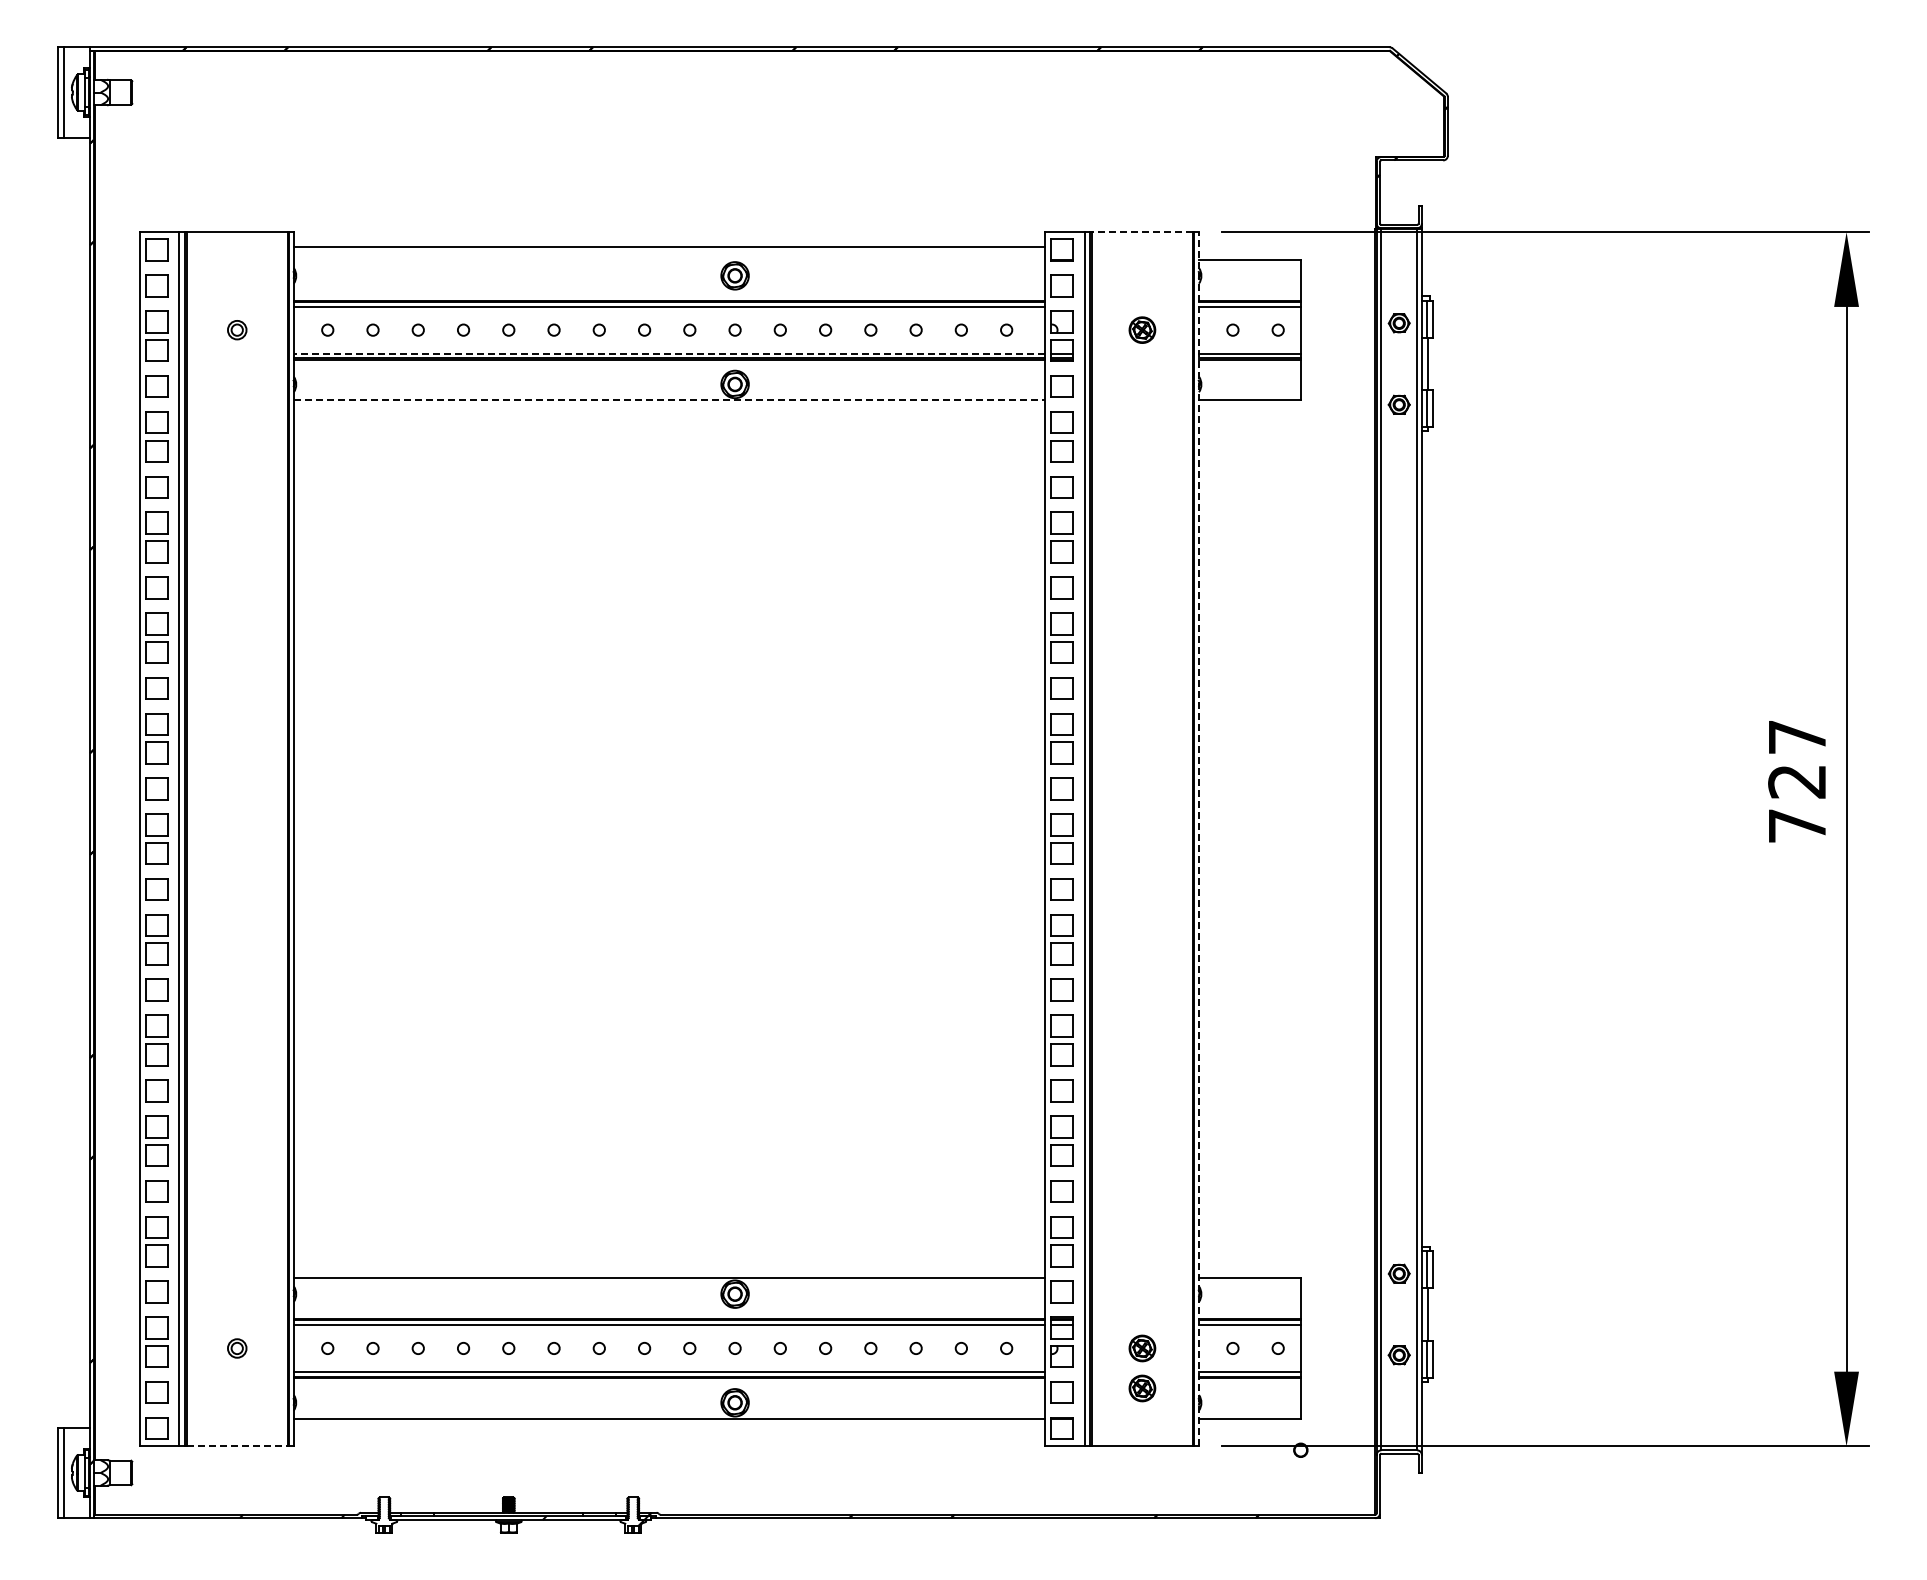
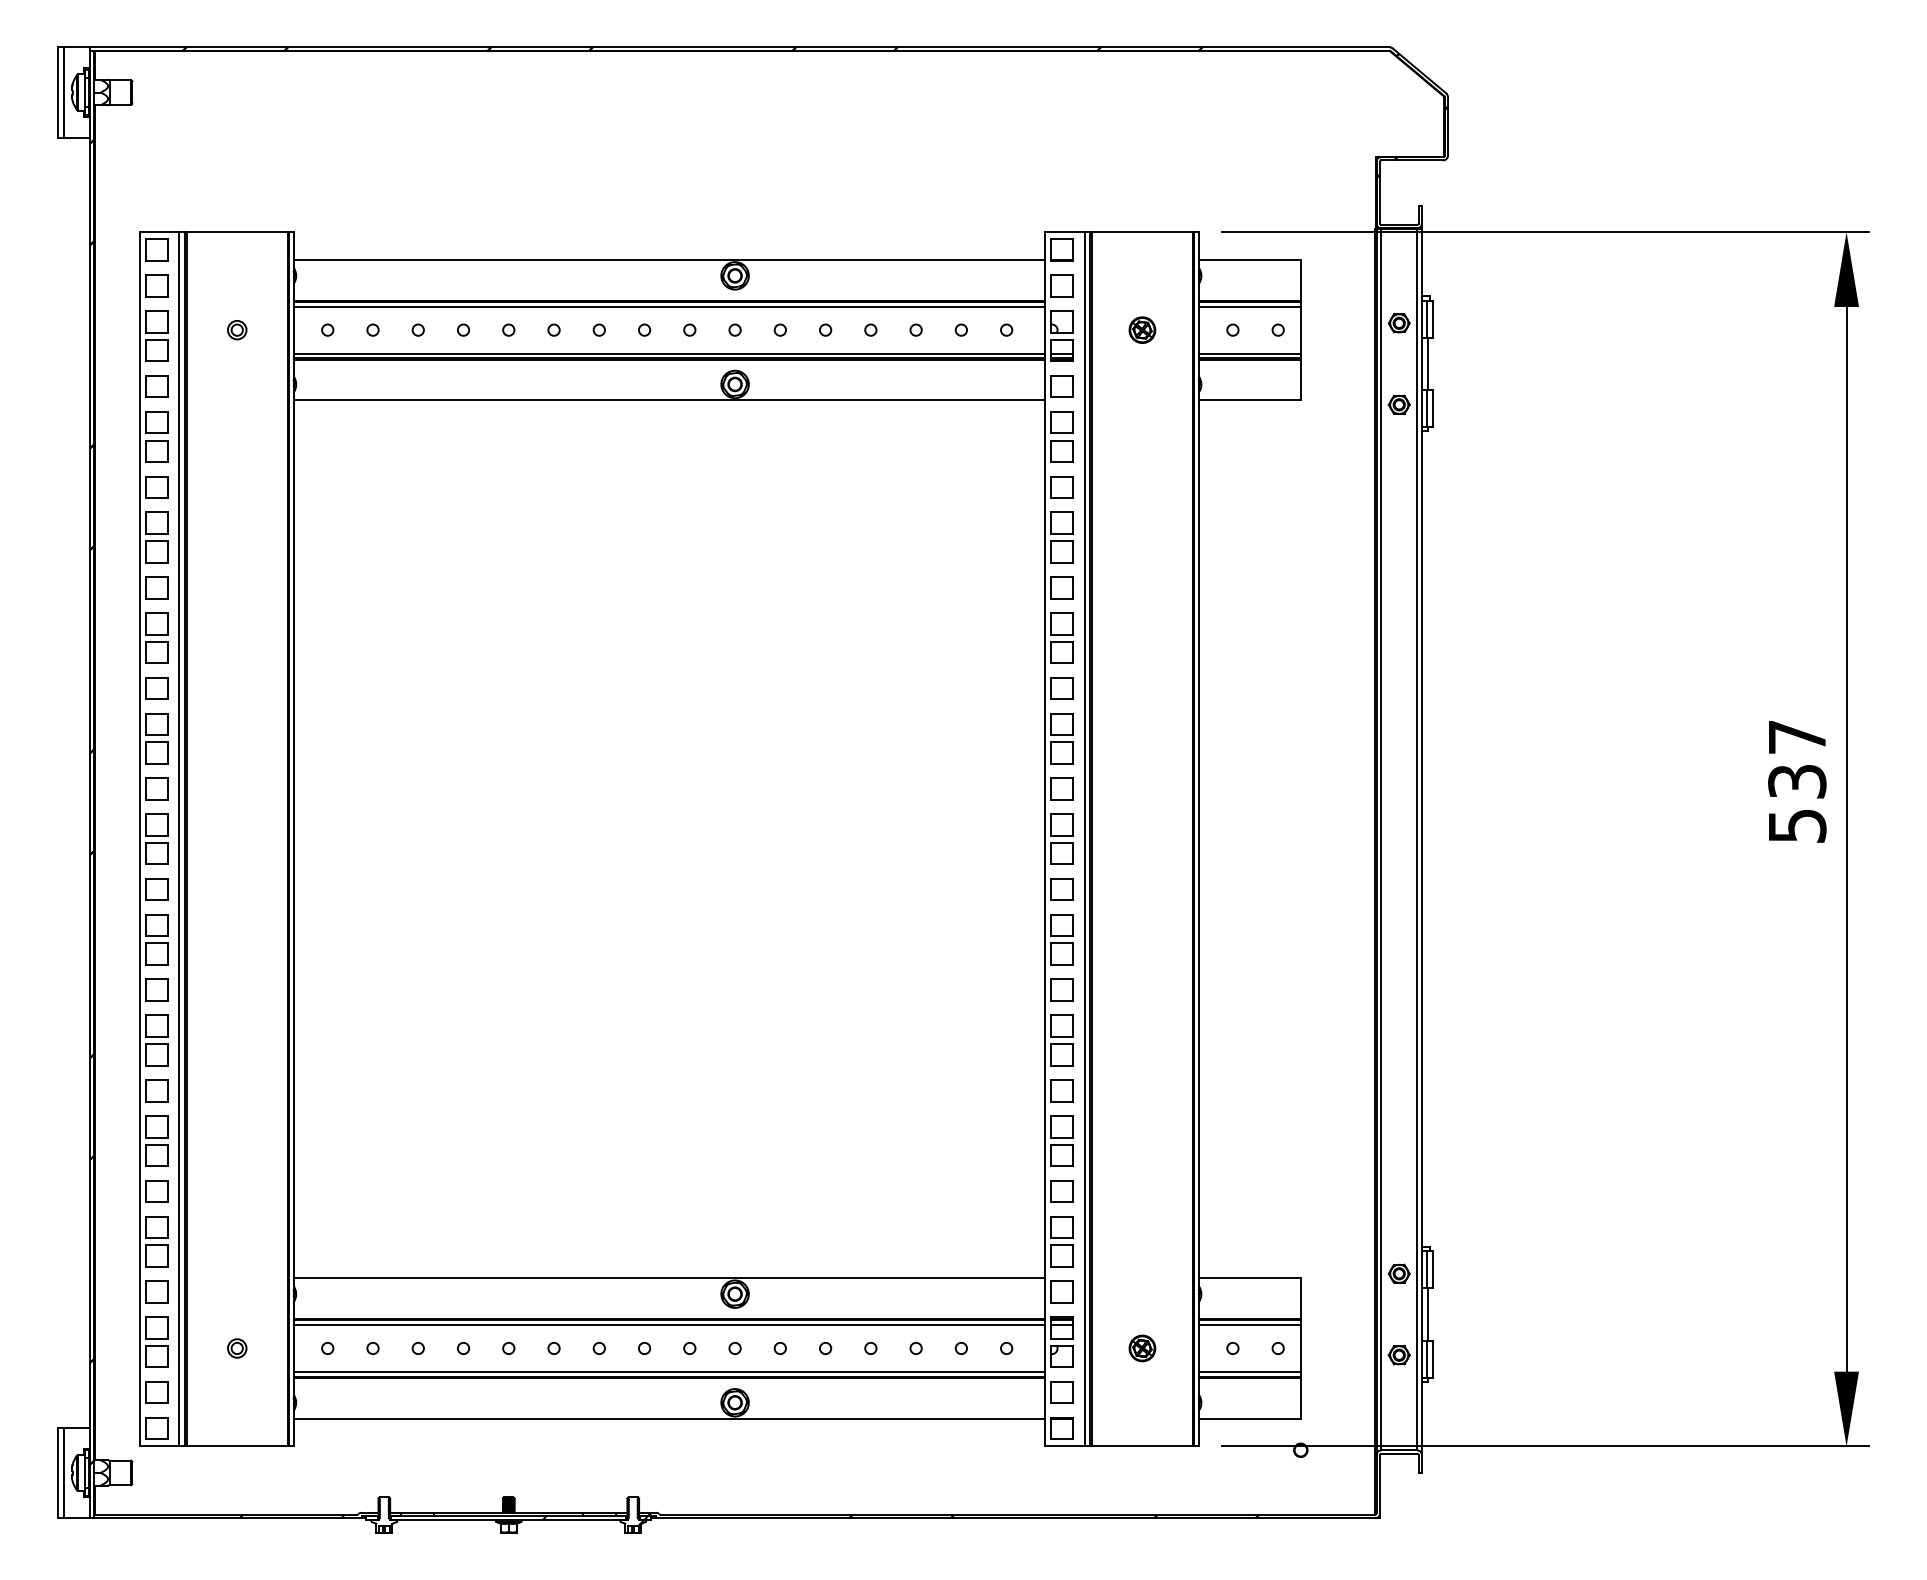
line at (1142, 232): dashed -> solid
line at (669, 247) position: (669, 247) -> (669, 260)
line at (669, 353): dashed -> solid
line at (669, 400): dashed -> solid
text at (1797, 803): 727 -> 537
line at (1199, 838): dashed -> solid
part at (1142, 1388): present -> none
line at (237, 1446): dashed -> solid
